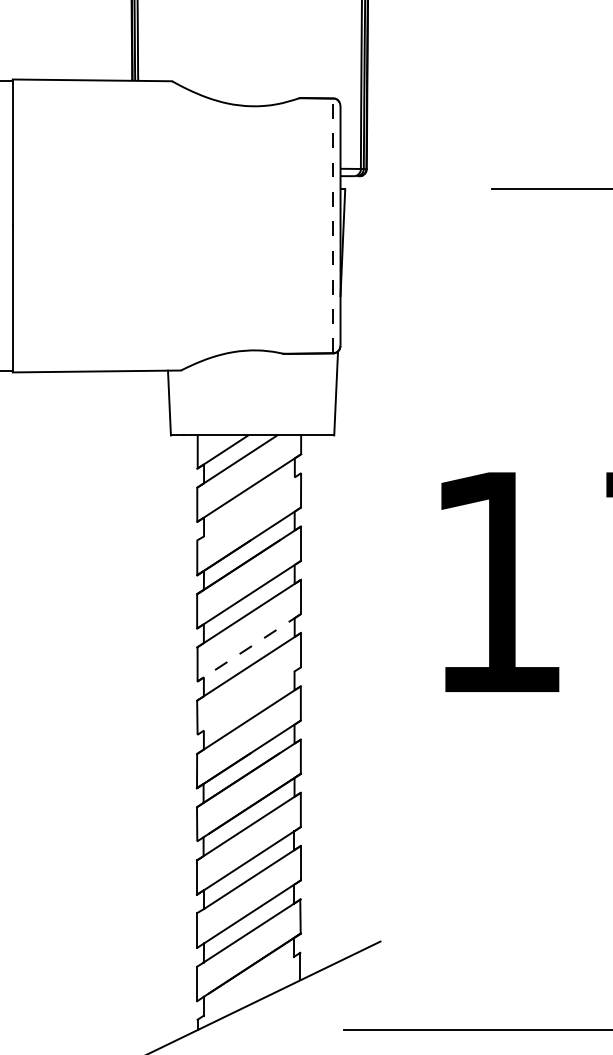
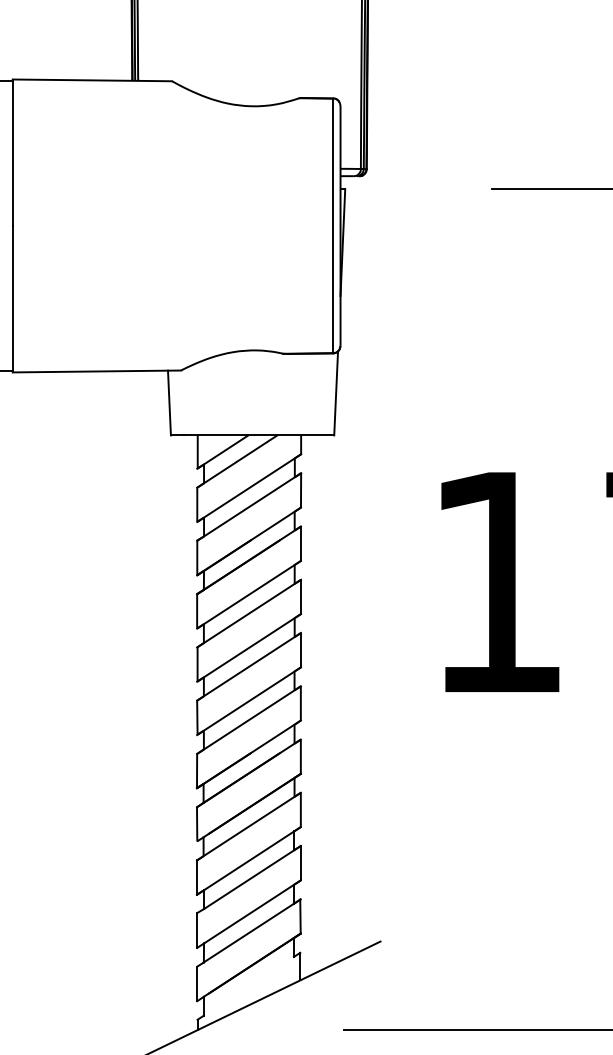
line at (333, 225): dashed -> solid
line at (249, 506): none -> present
line at (249, 647): dashed -> solid
line at (248, 701): none -> present
